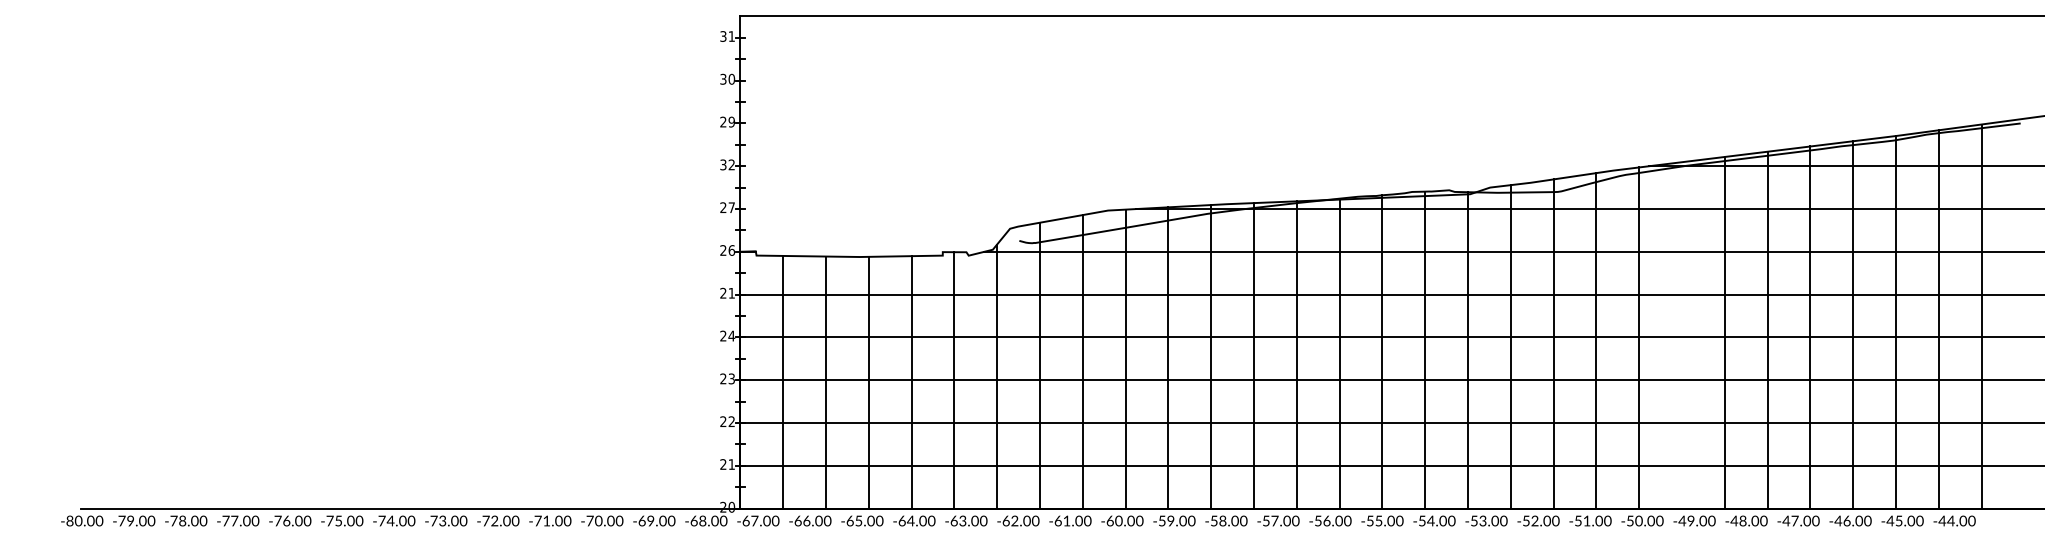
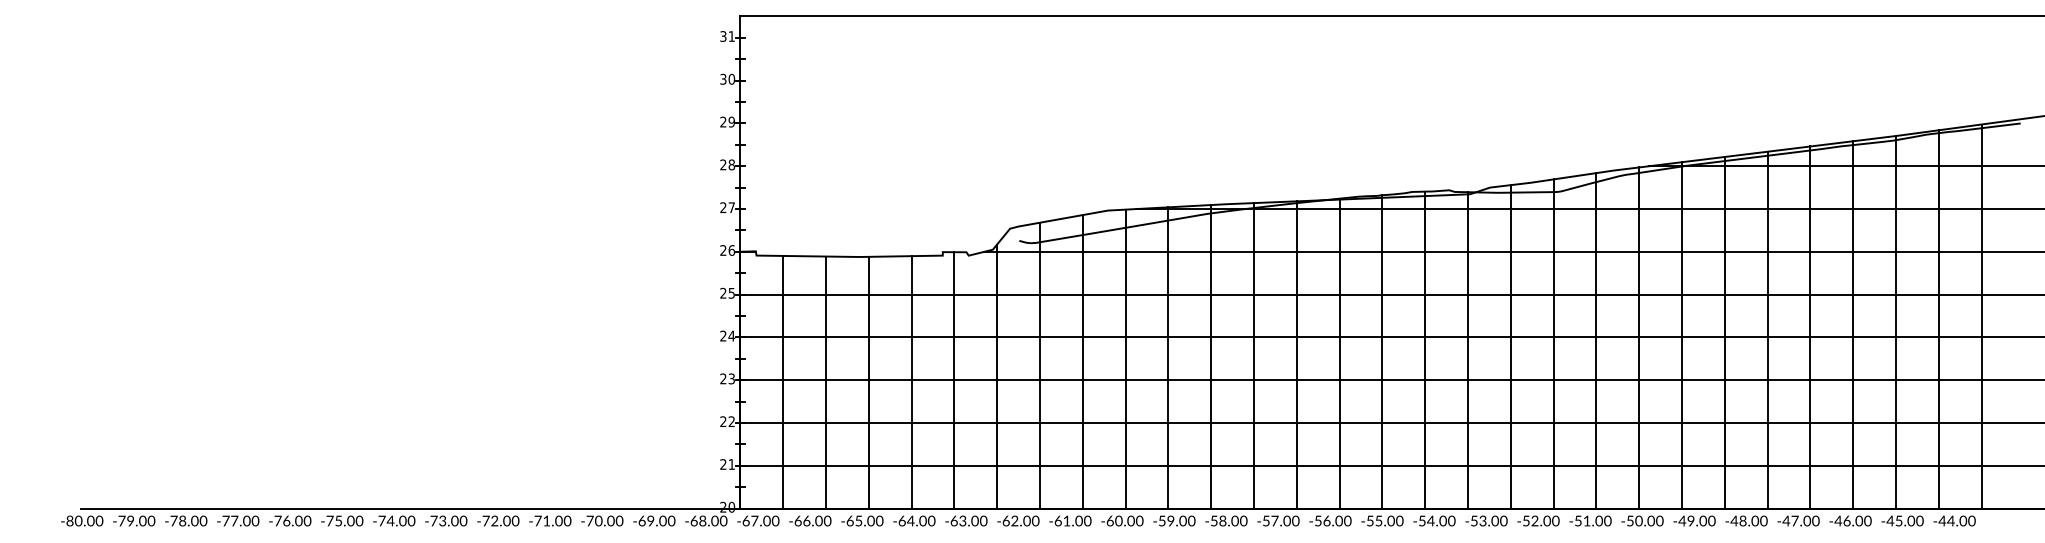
text at (727, 164): 32 -> 28
text at (731, 293): 21 -> 25
line at (1681, 335): none -> present
